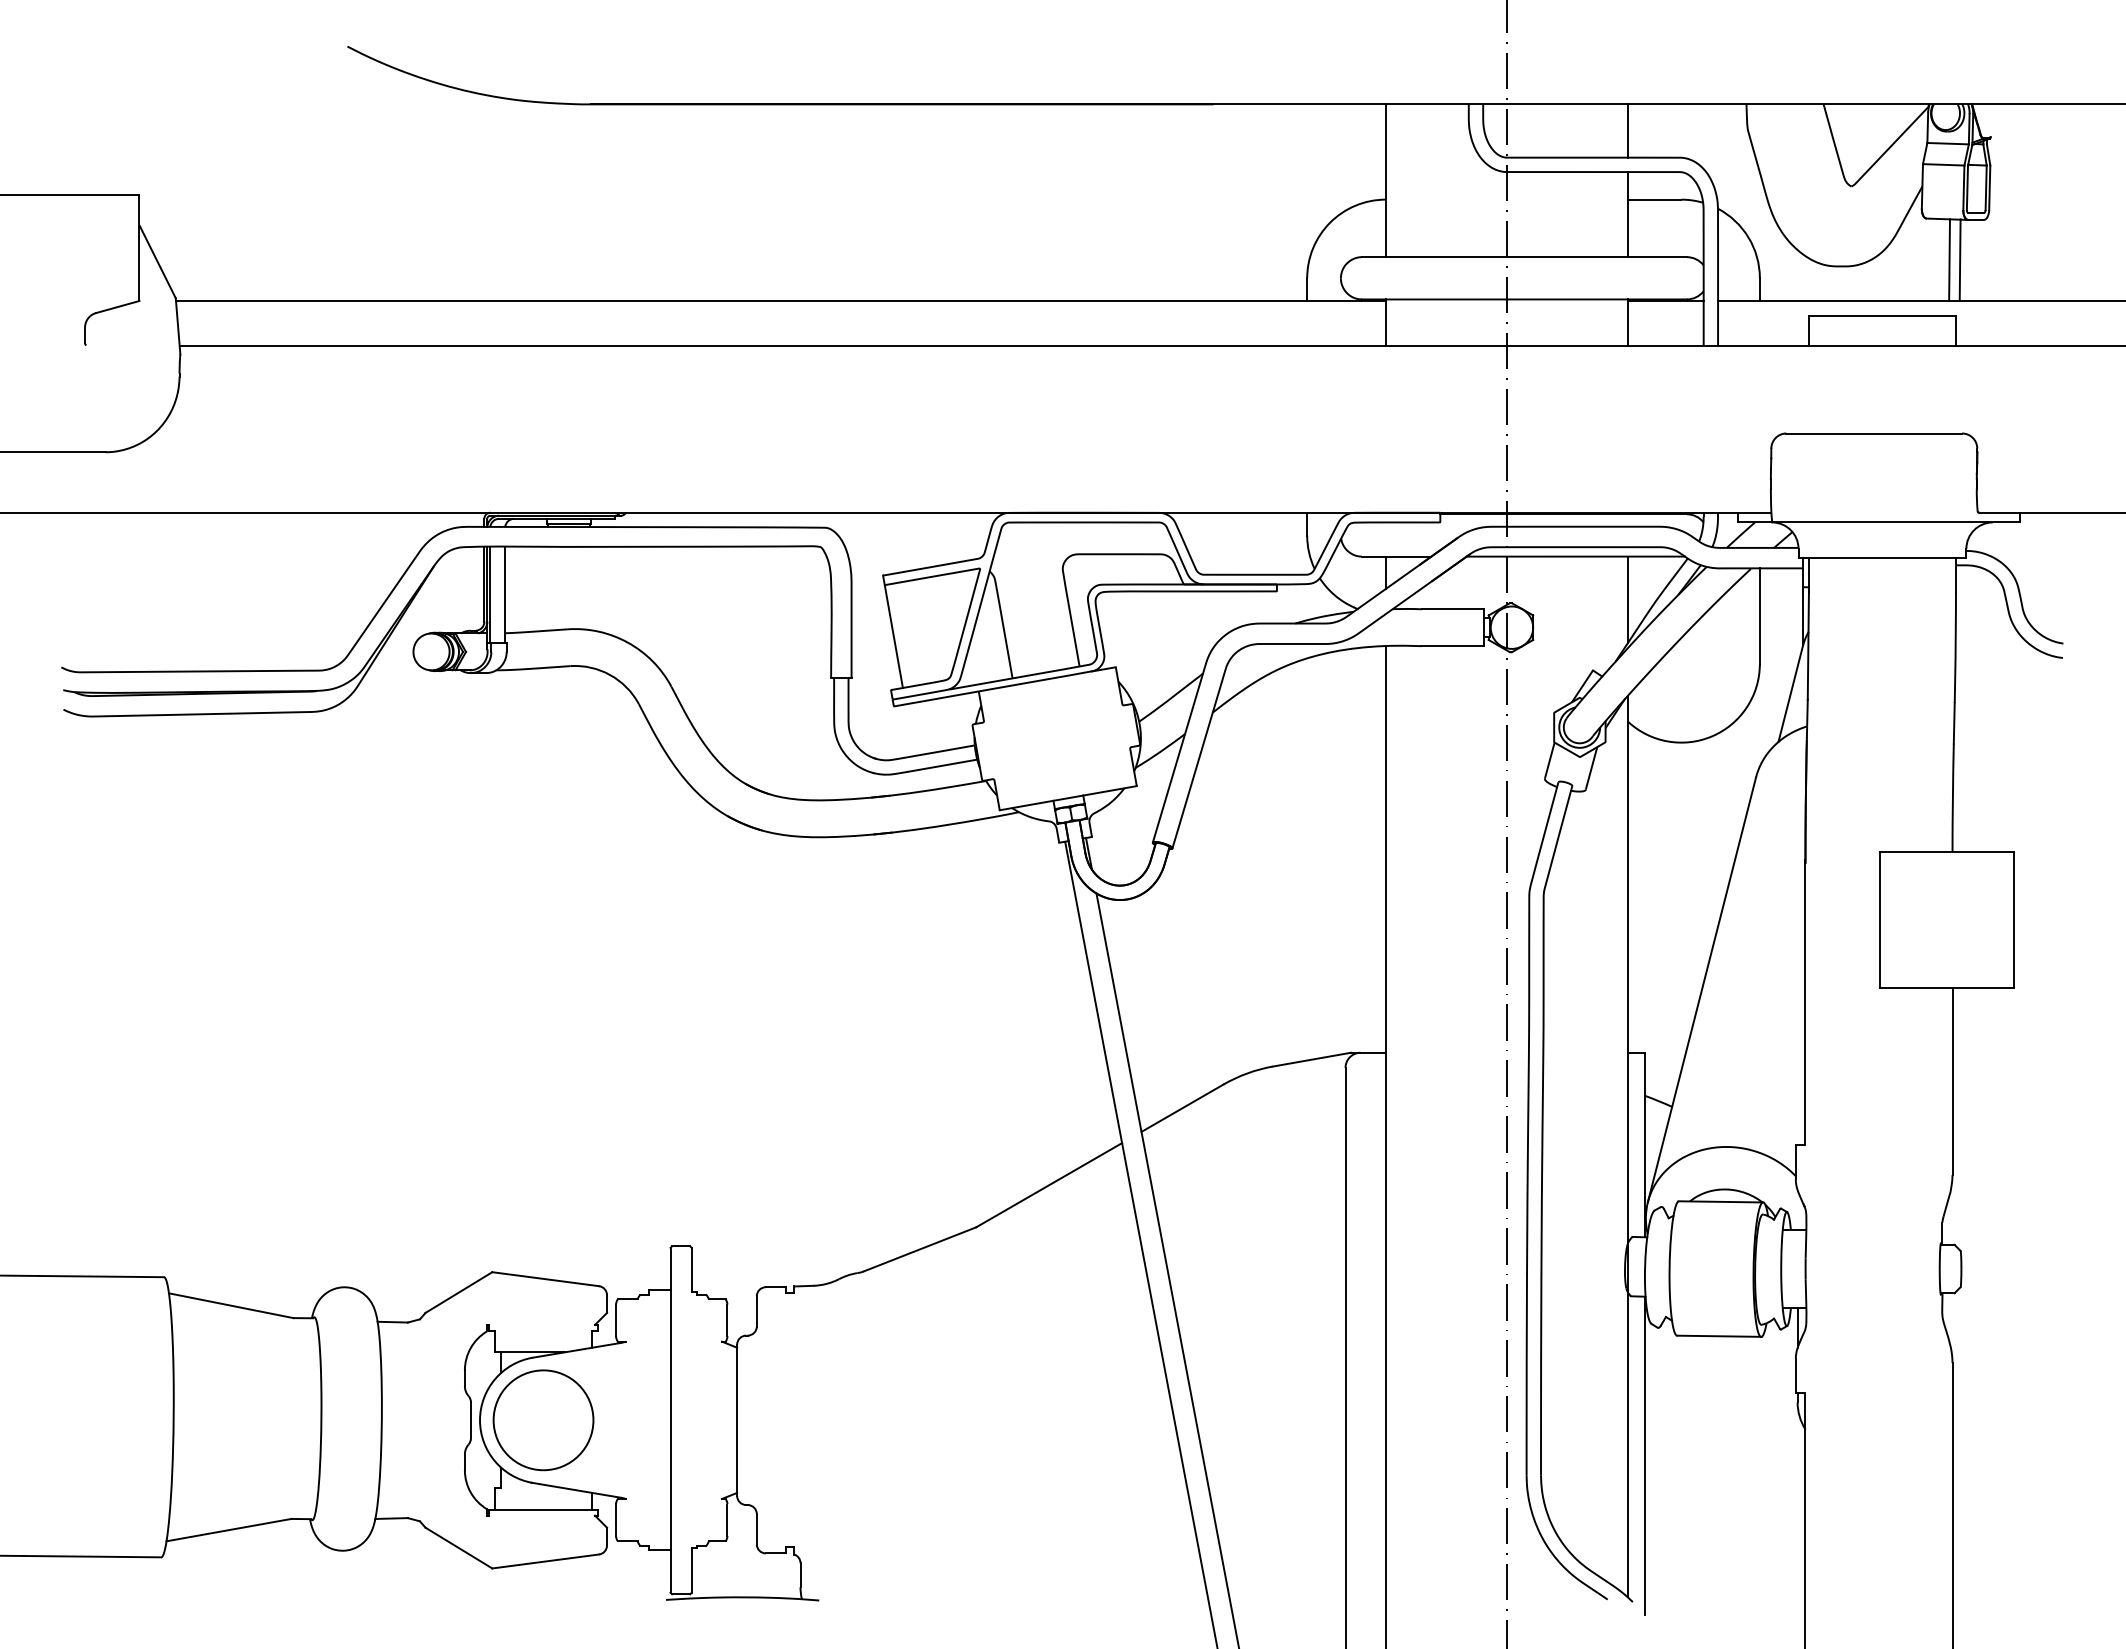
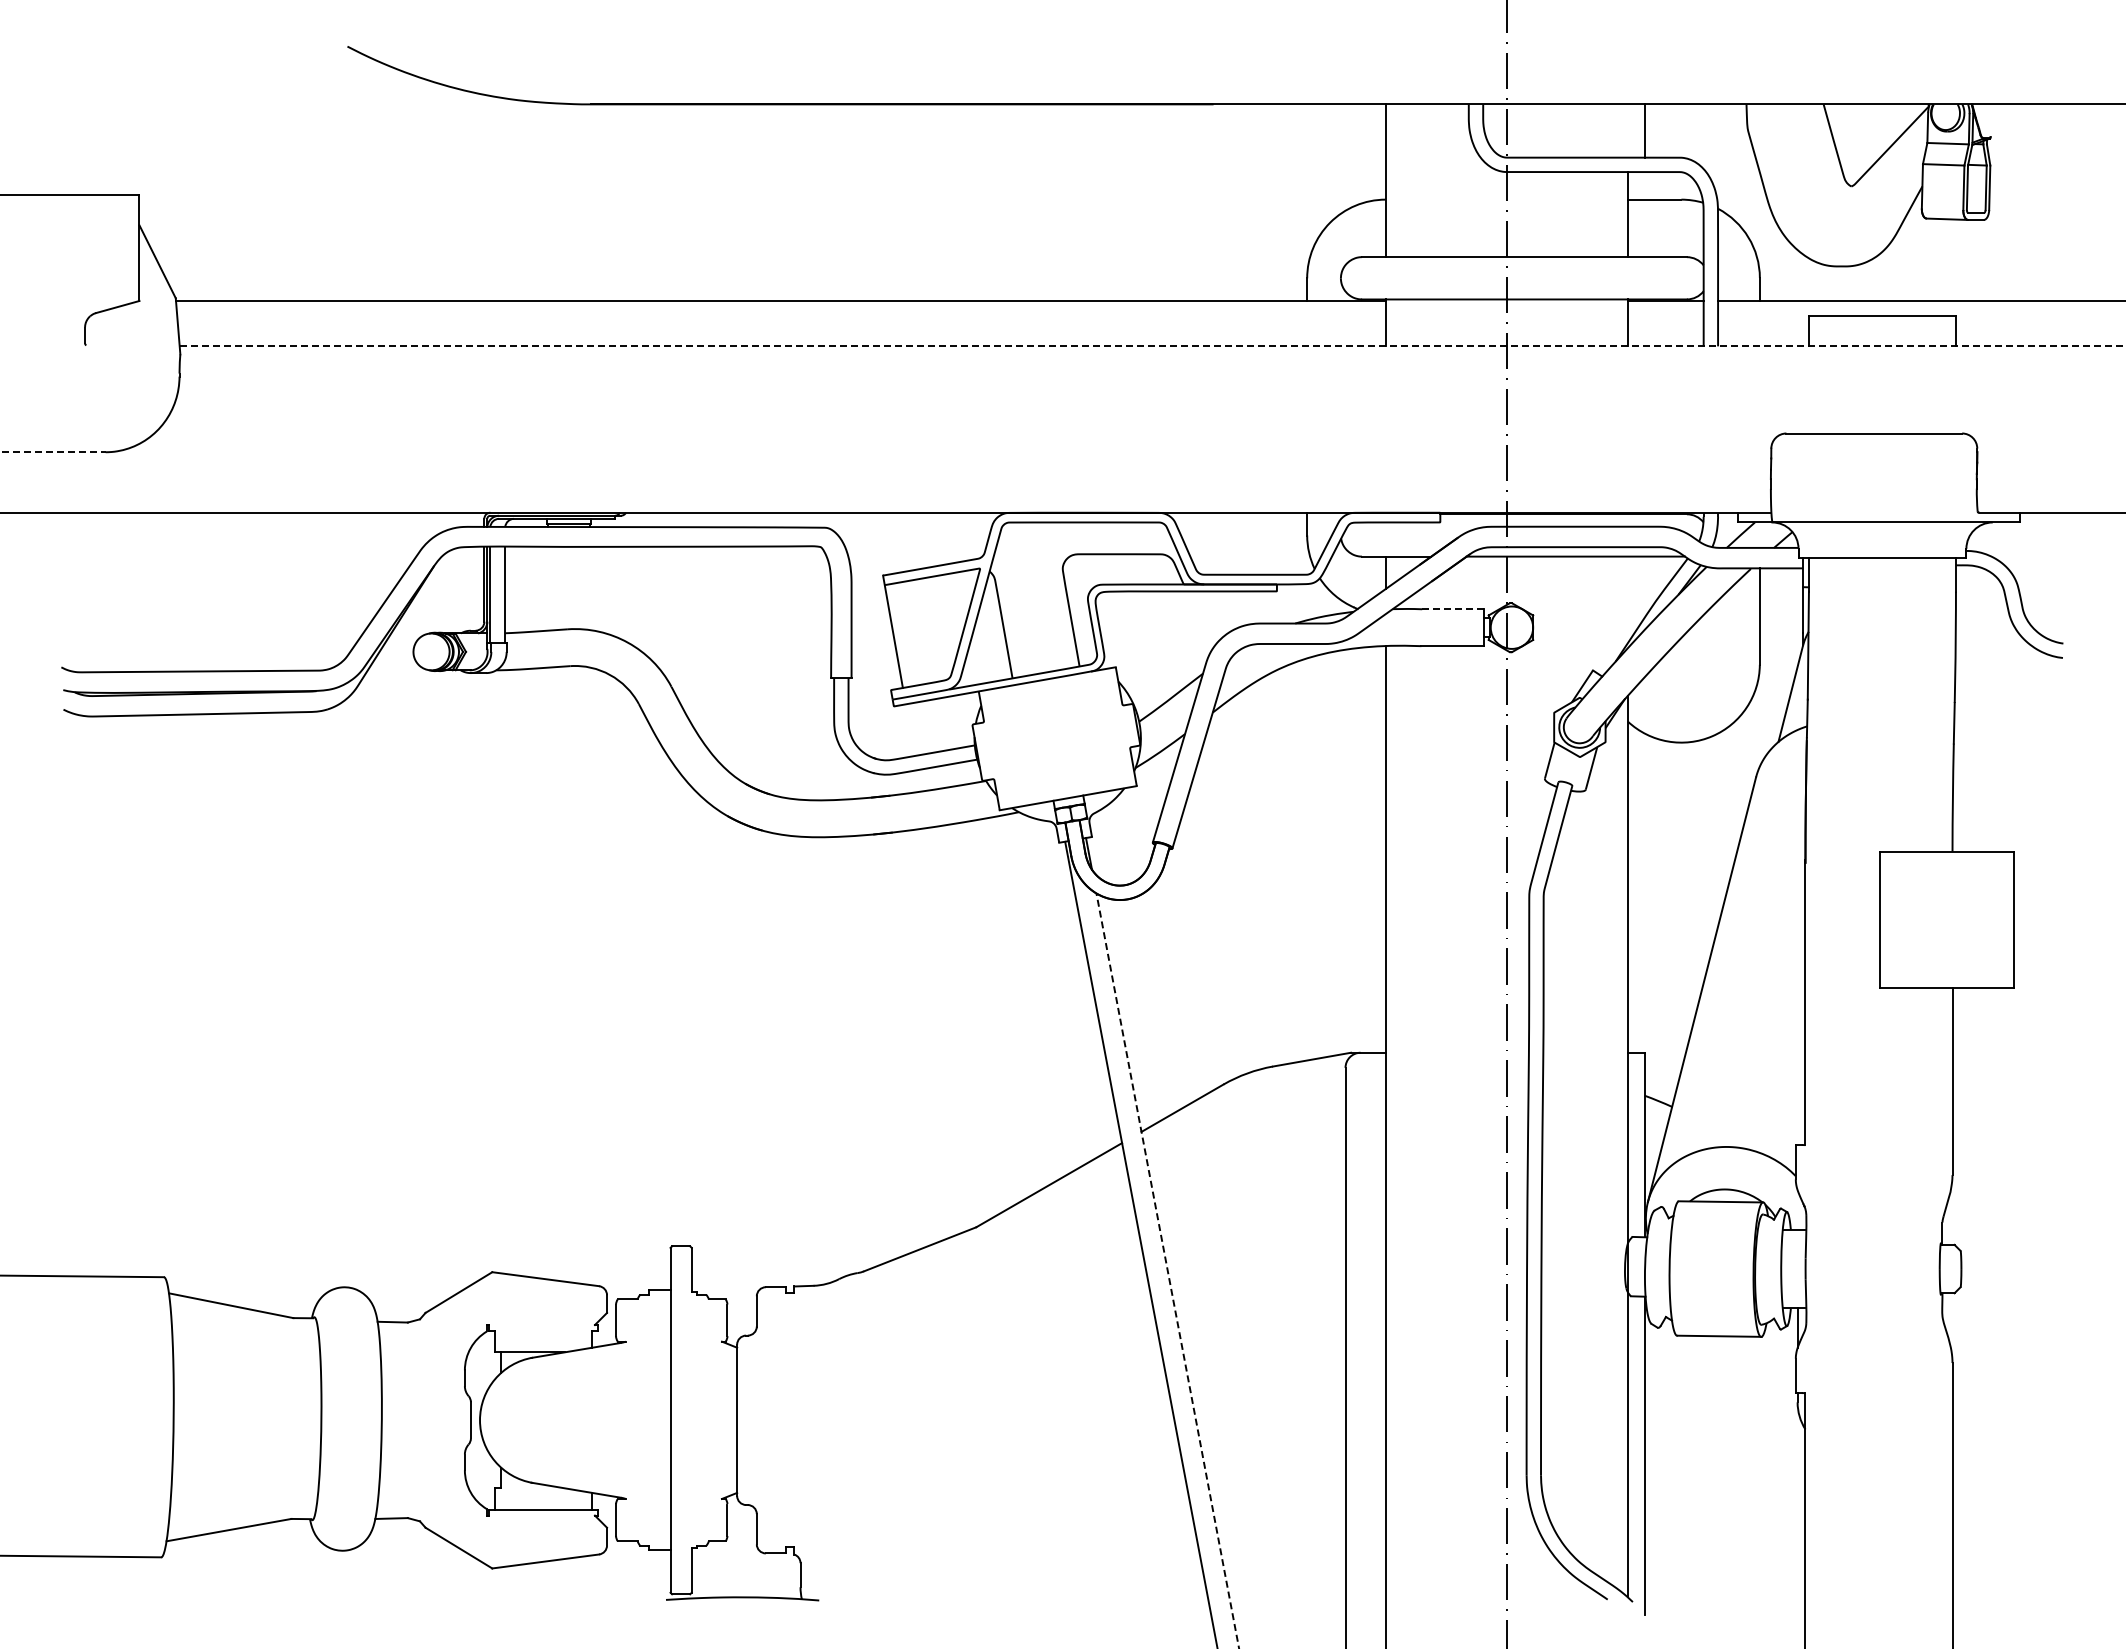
line at (1627, 130) position: (1627, 130) -> (1644, 130)
line at (1949, 259): present -> none
line at (1959, 259): present -> none
line at (1152, 346): solid -> dashed
line at (53, 452): solid -> dashed
line at (1627, 599): present -> none
line at (1453, 609): solid -> dashed
line at (1167, 1270): solid -> dashed
circle at (543, 1420): present -> none
